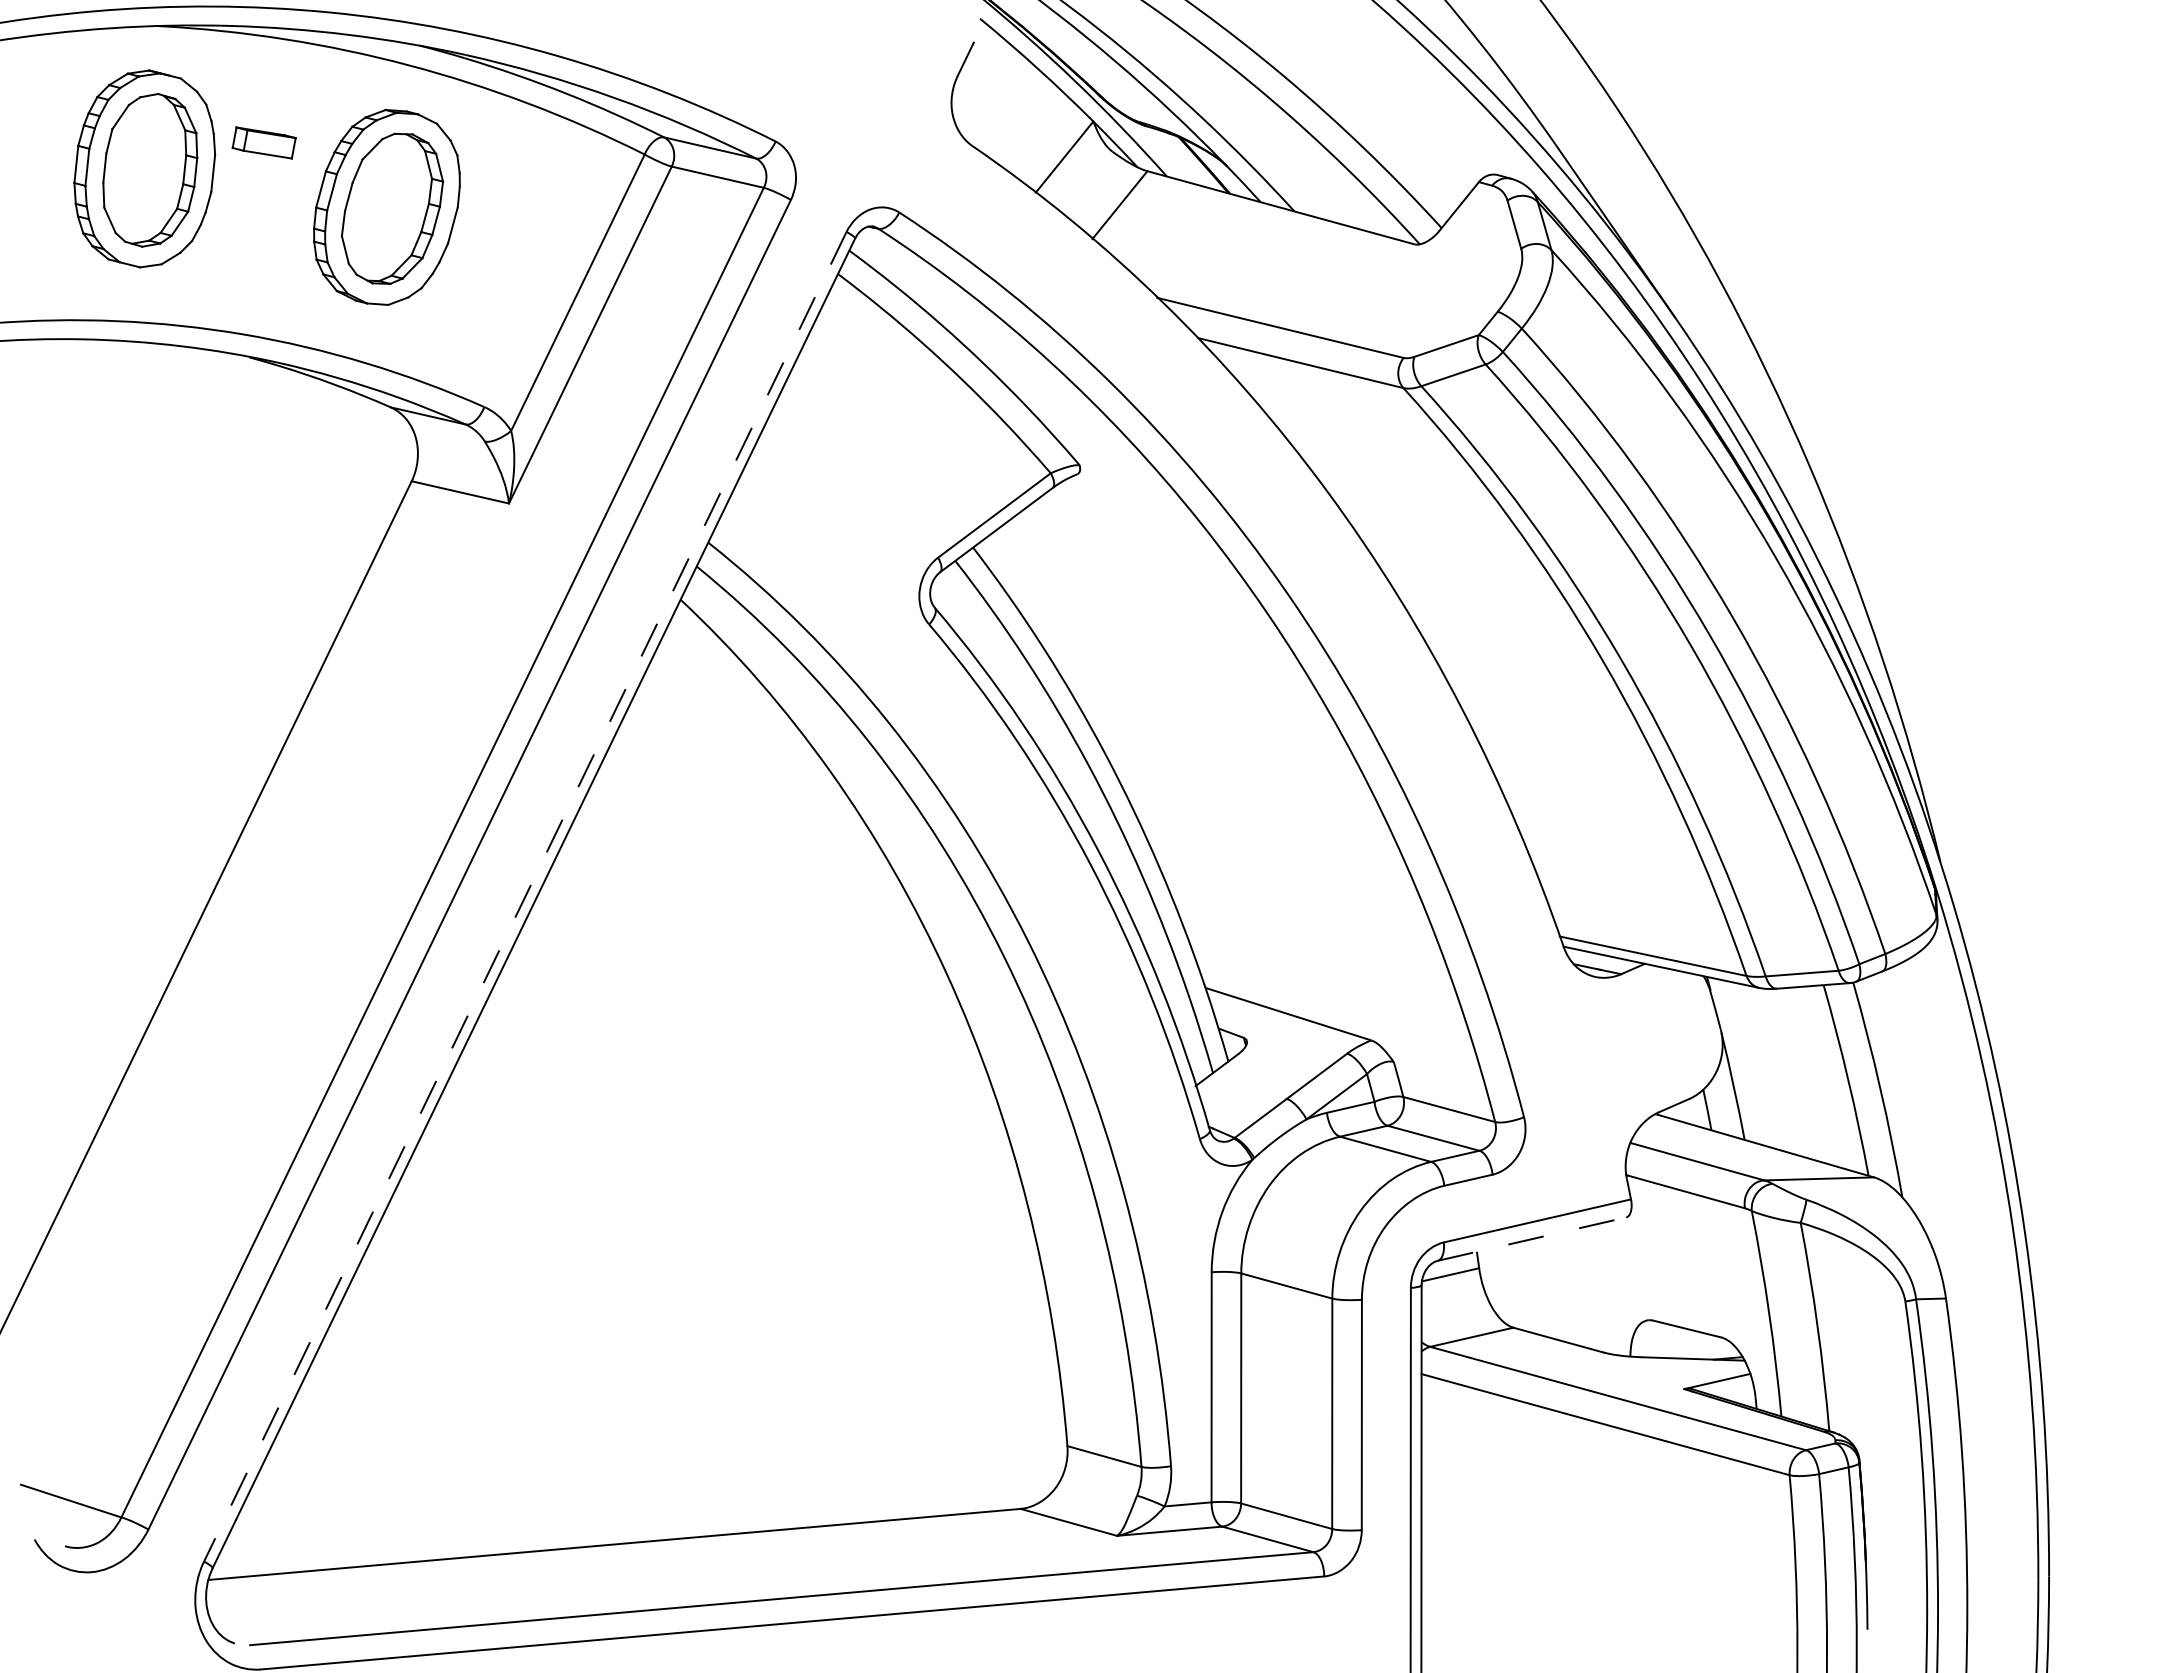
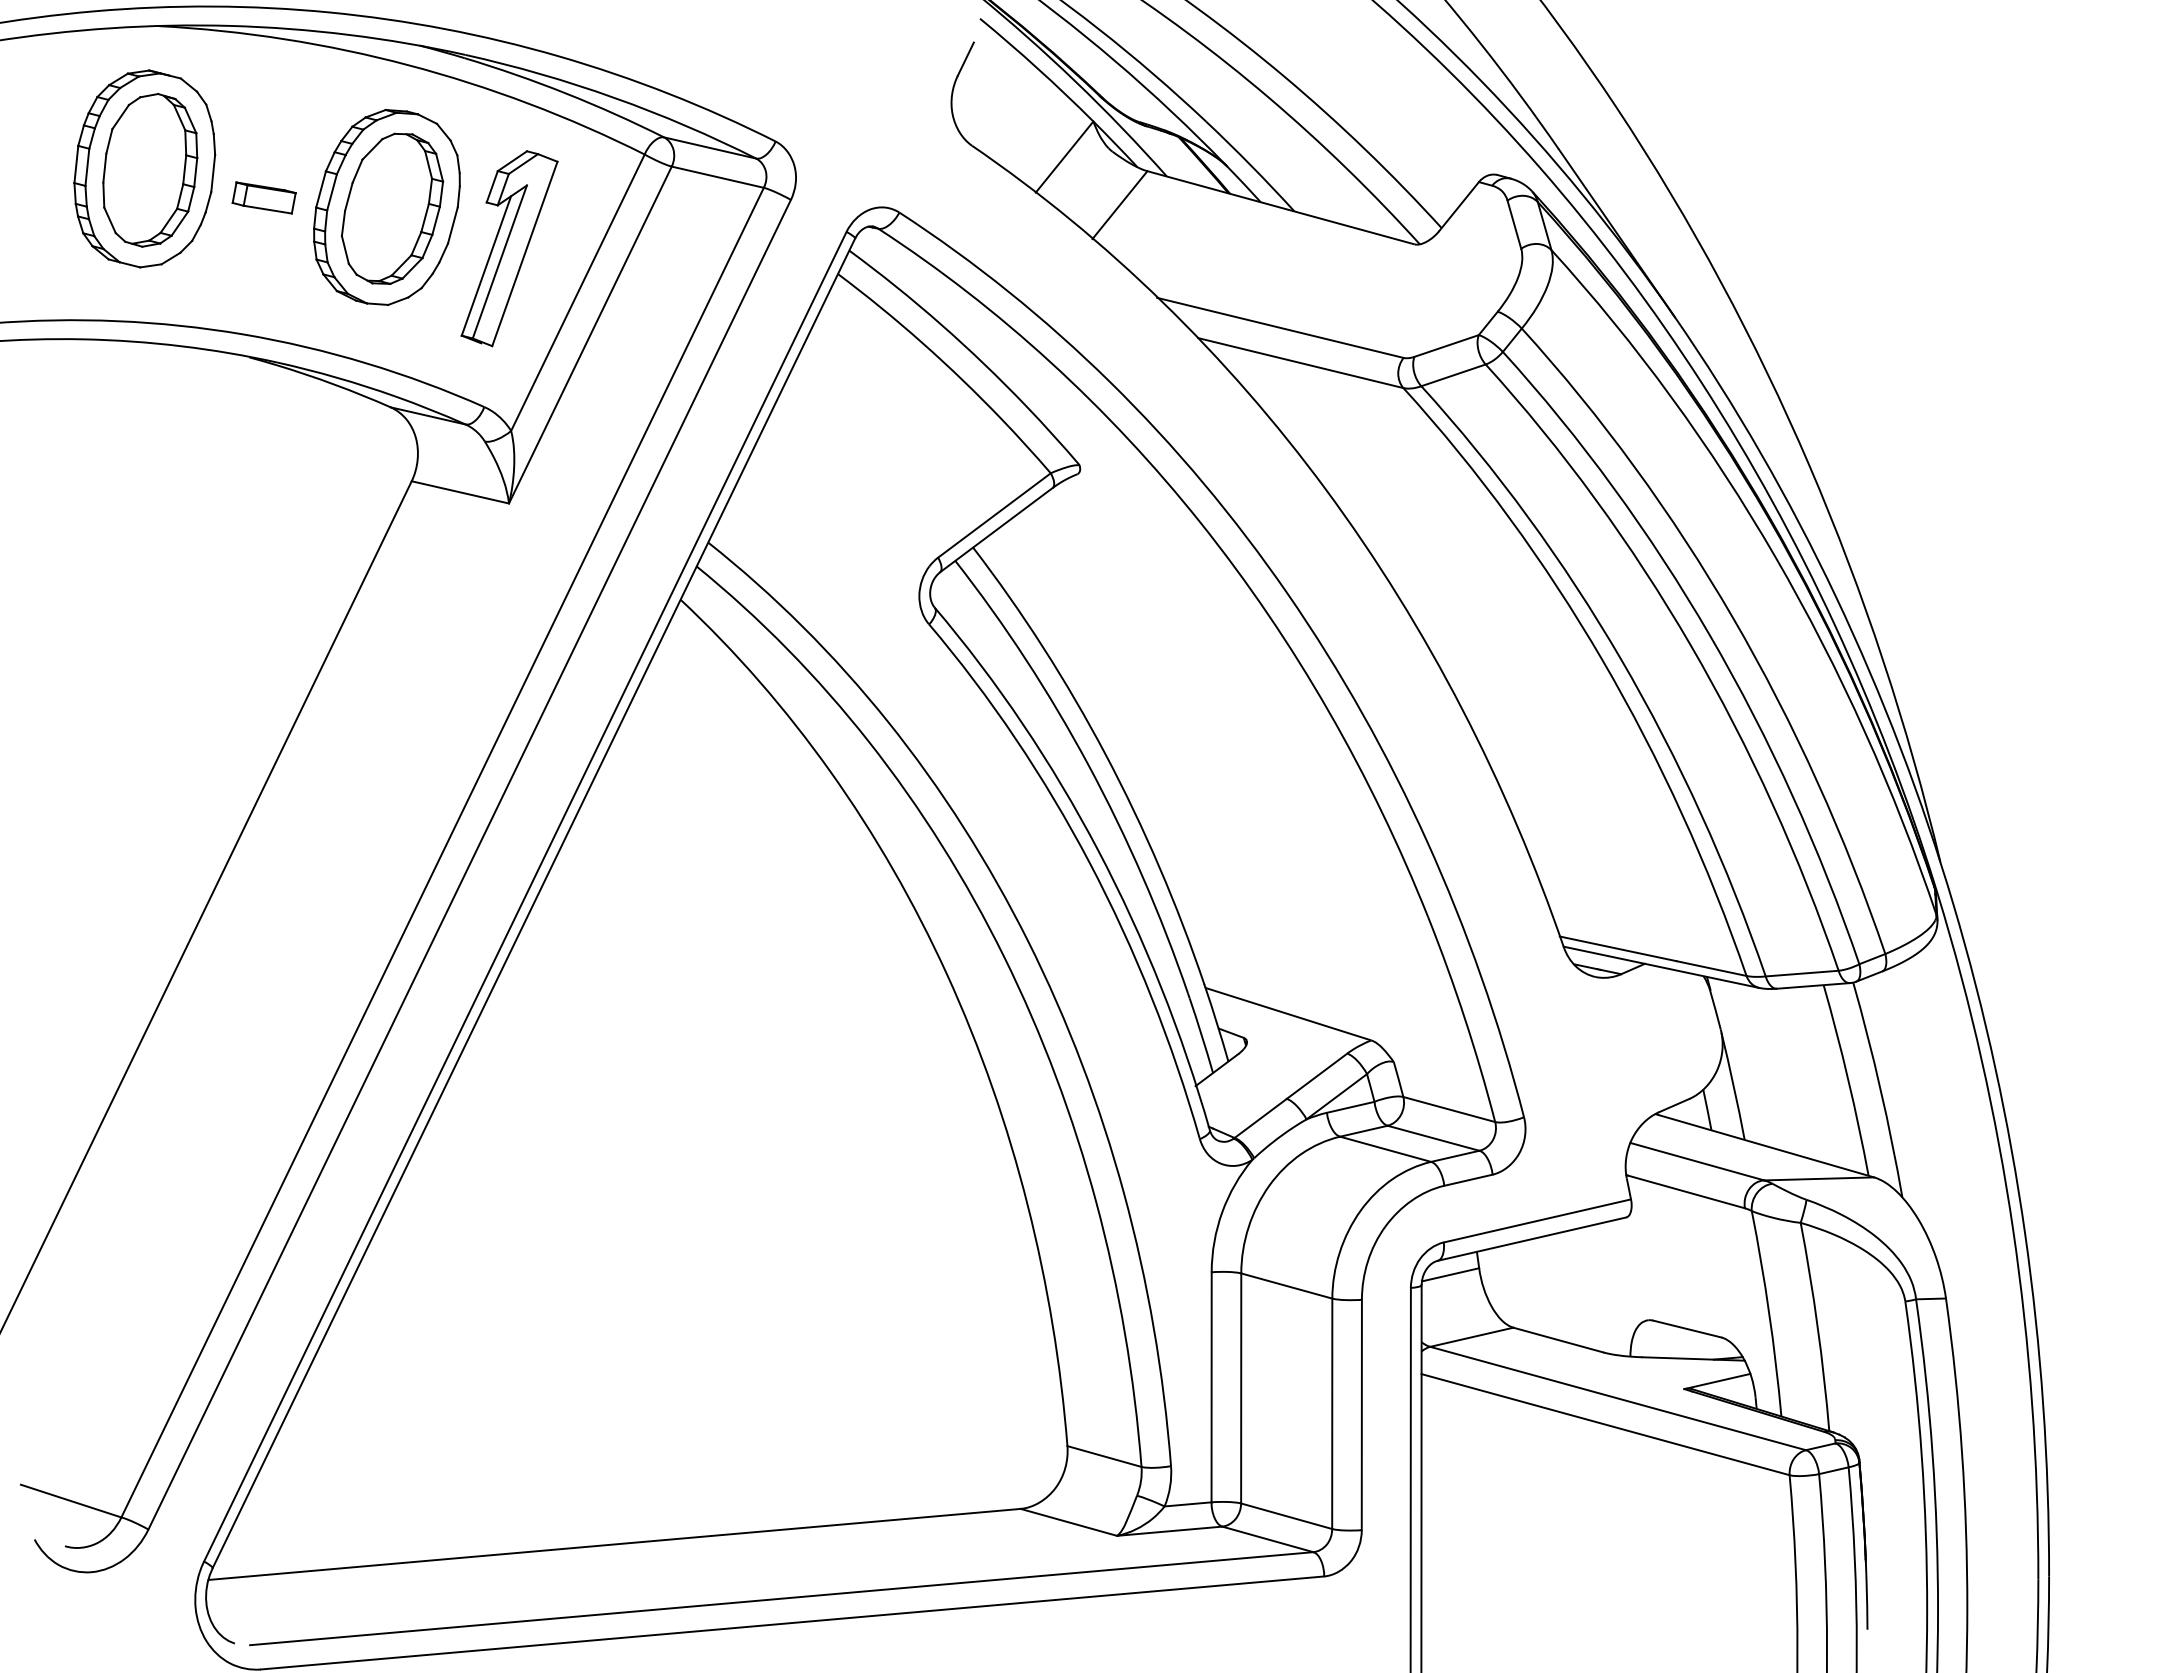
part at (263, 142) position: (263, 142) -> (263, 197)
part at (509, 248): none -> present
line at (525, 897): dashed -> solid
line at (1531, 1239): dashed -> solid
